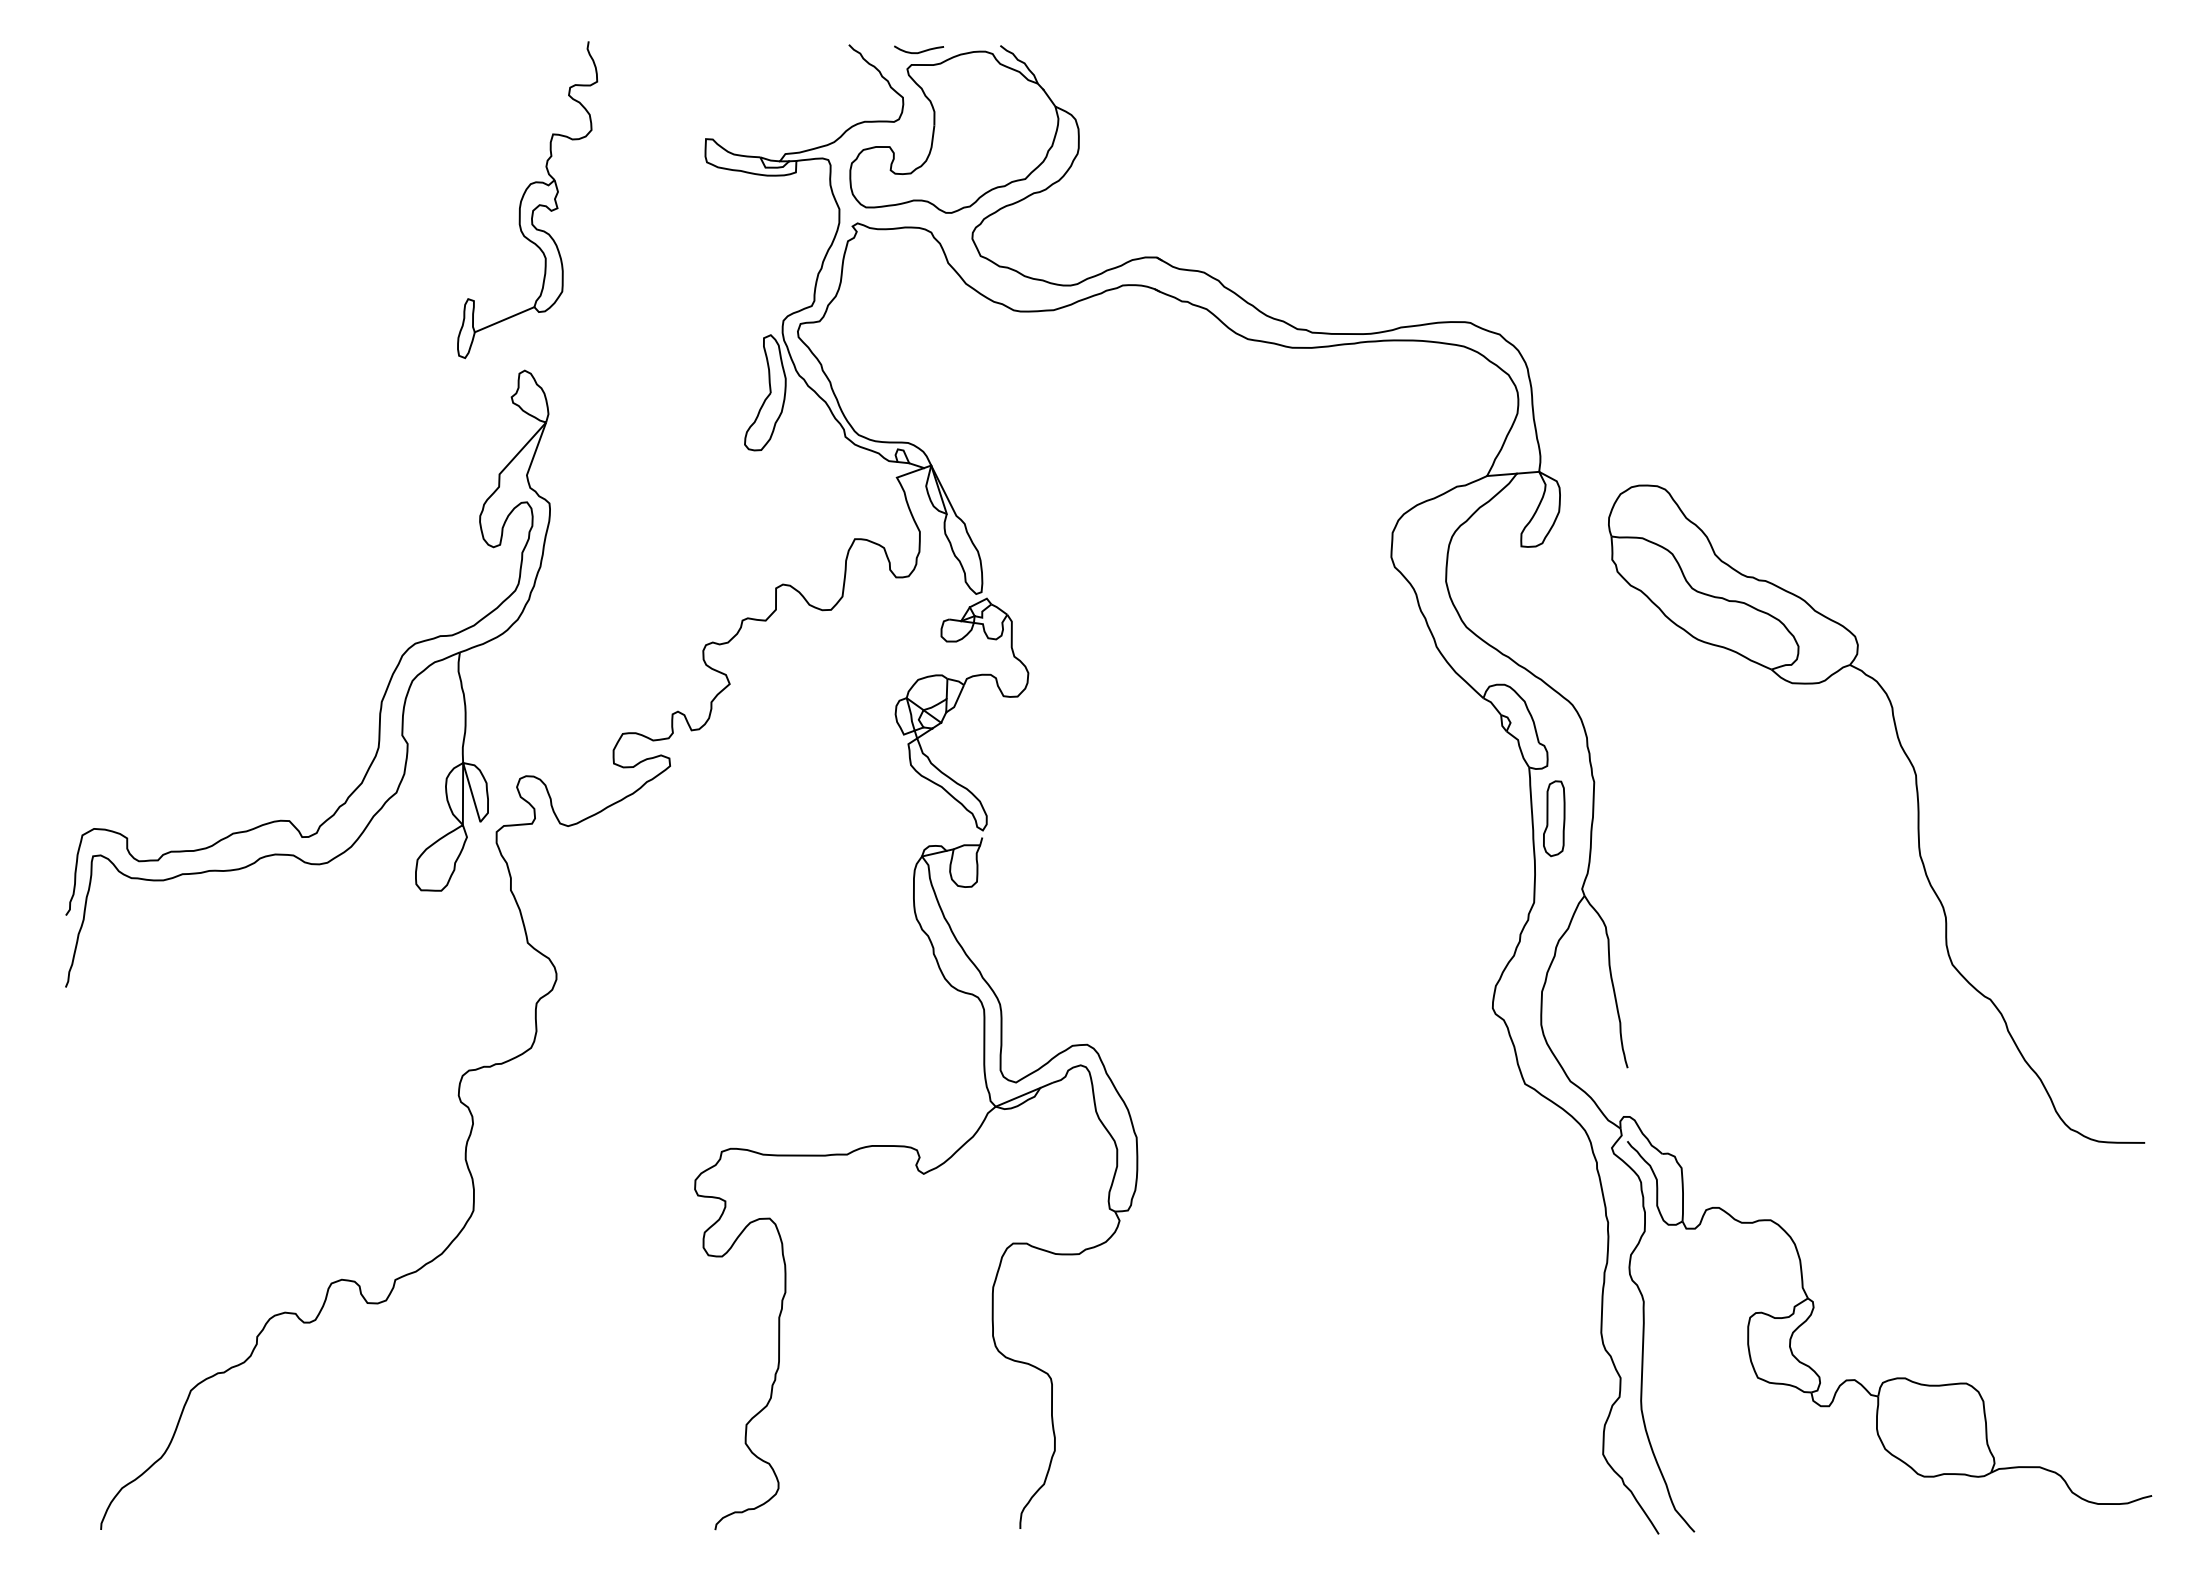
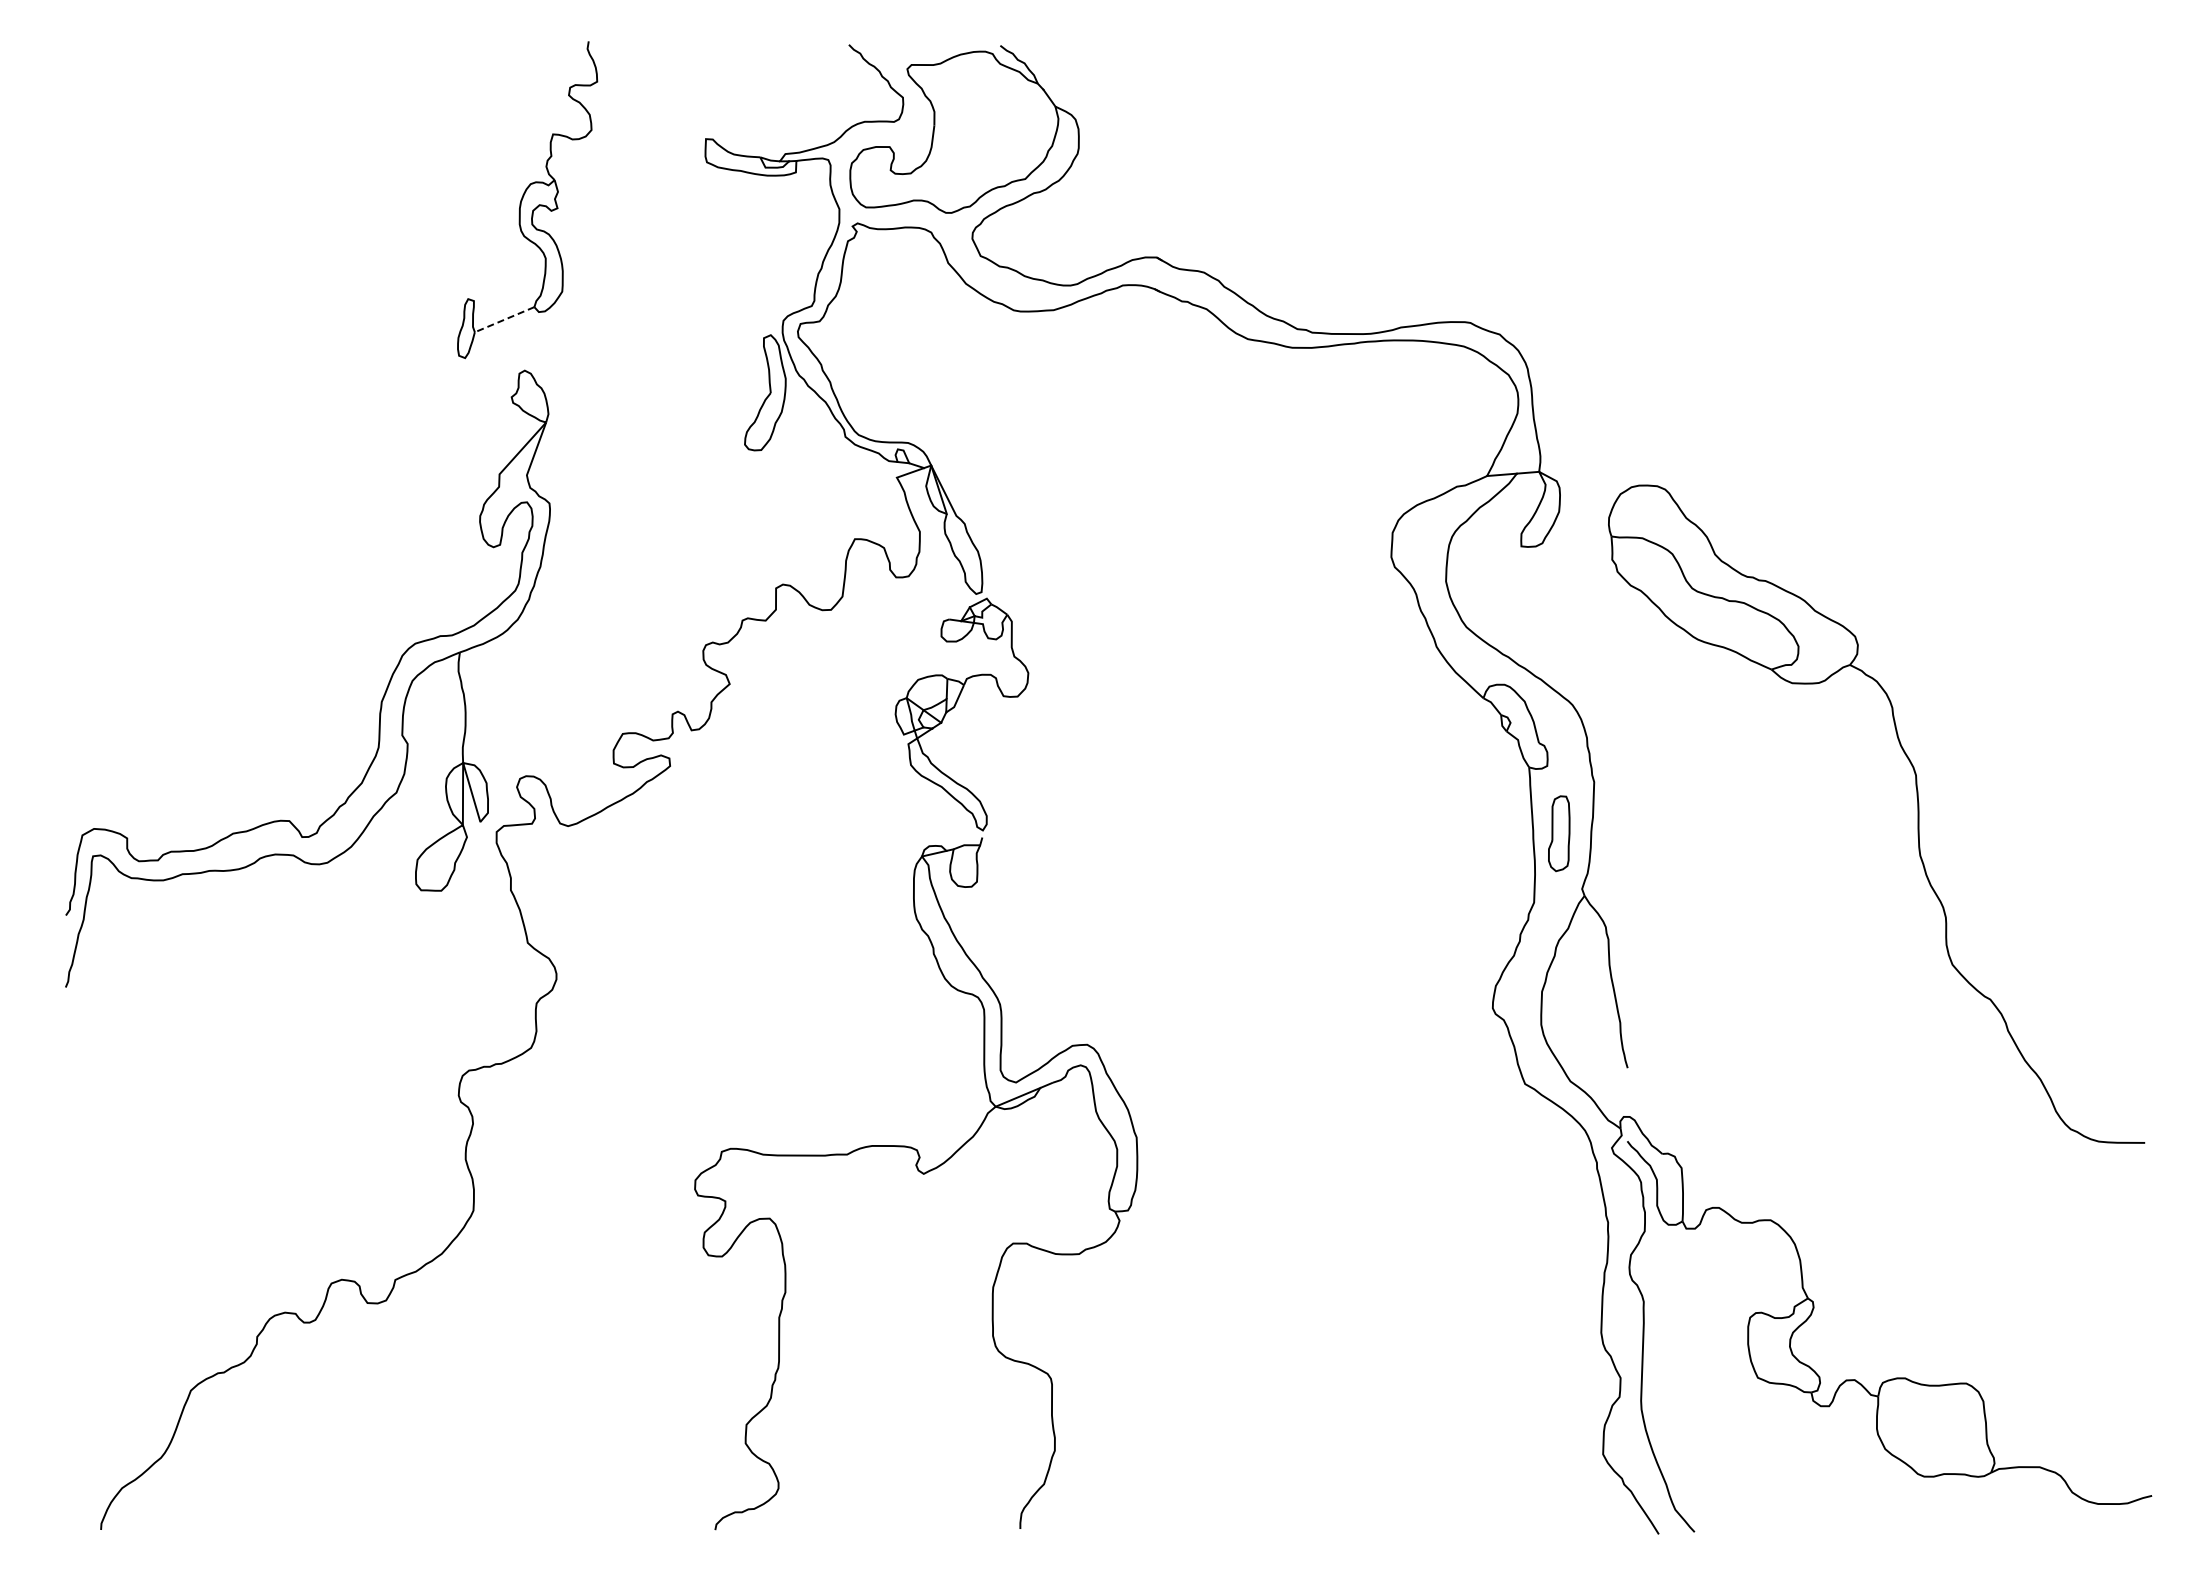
curve at (919, 51): present -> none
line at (504, 319): solid -> dashed
part at (1554, 818) position: (1554, 818) -> (1559, 833)
